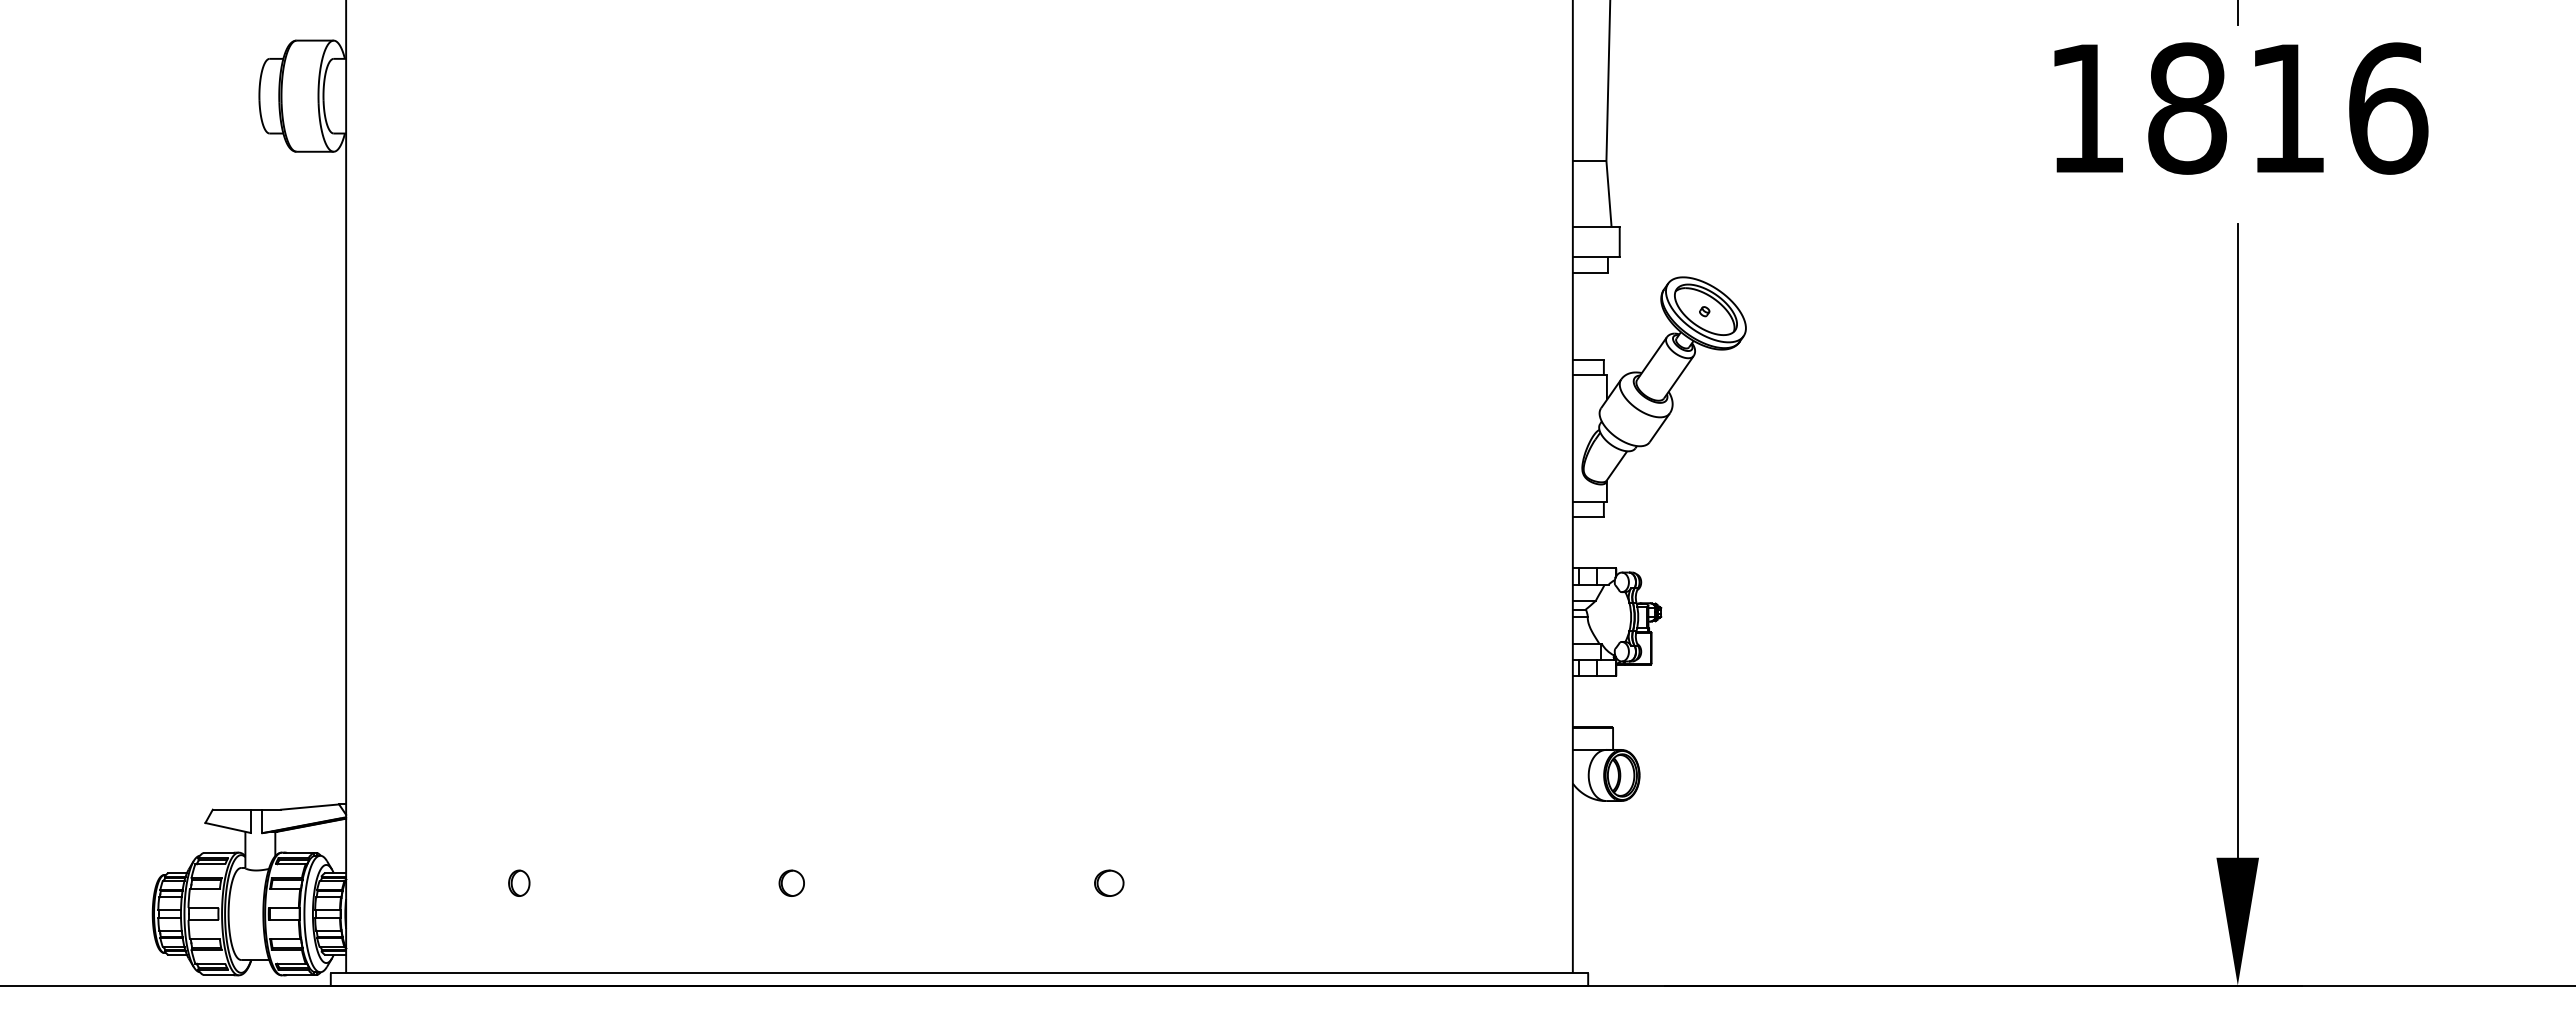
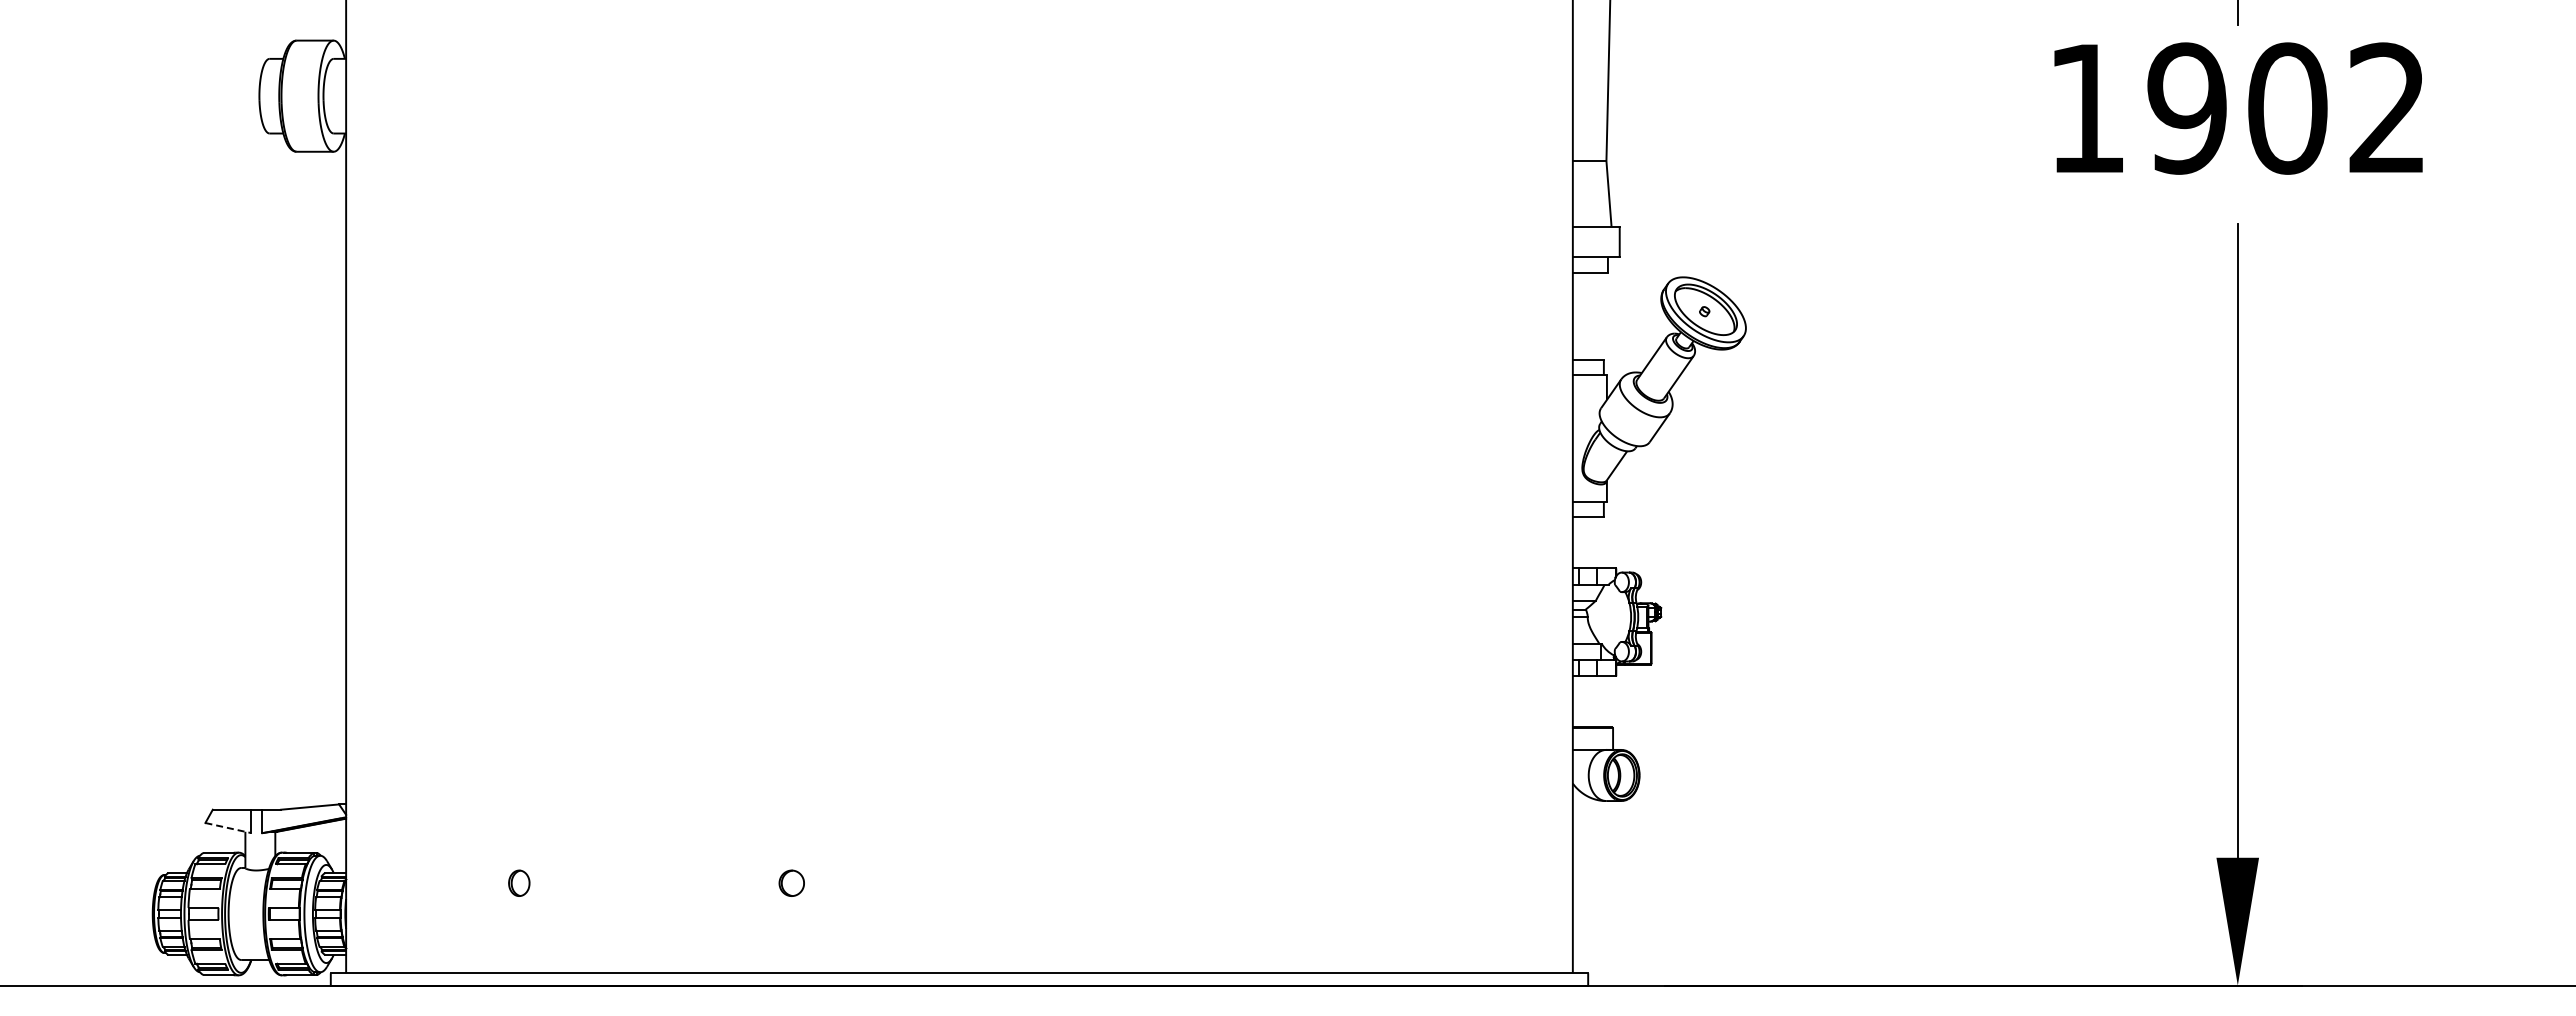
text at (2287, 108): 1816 -> 1902
line at (228, 828): solid -> dashed
part at (1109, 882): present -> none
